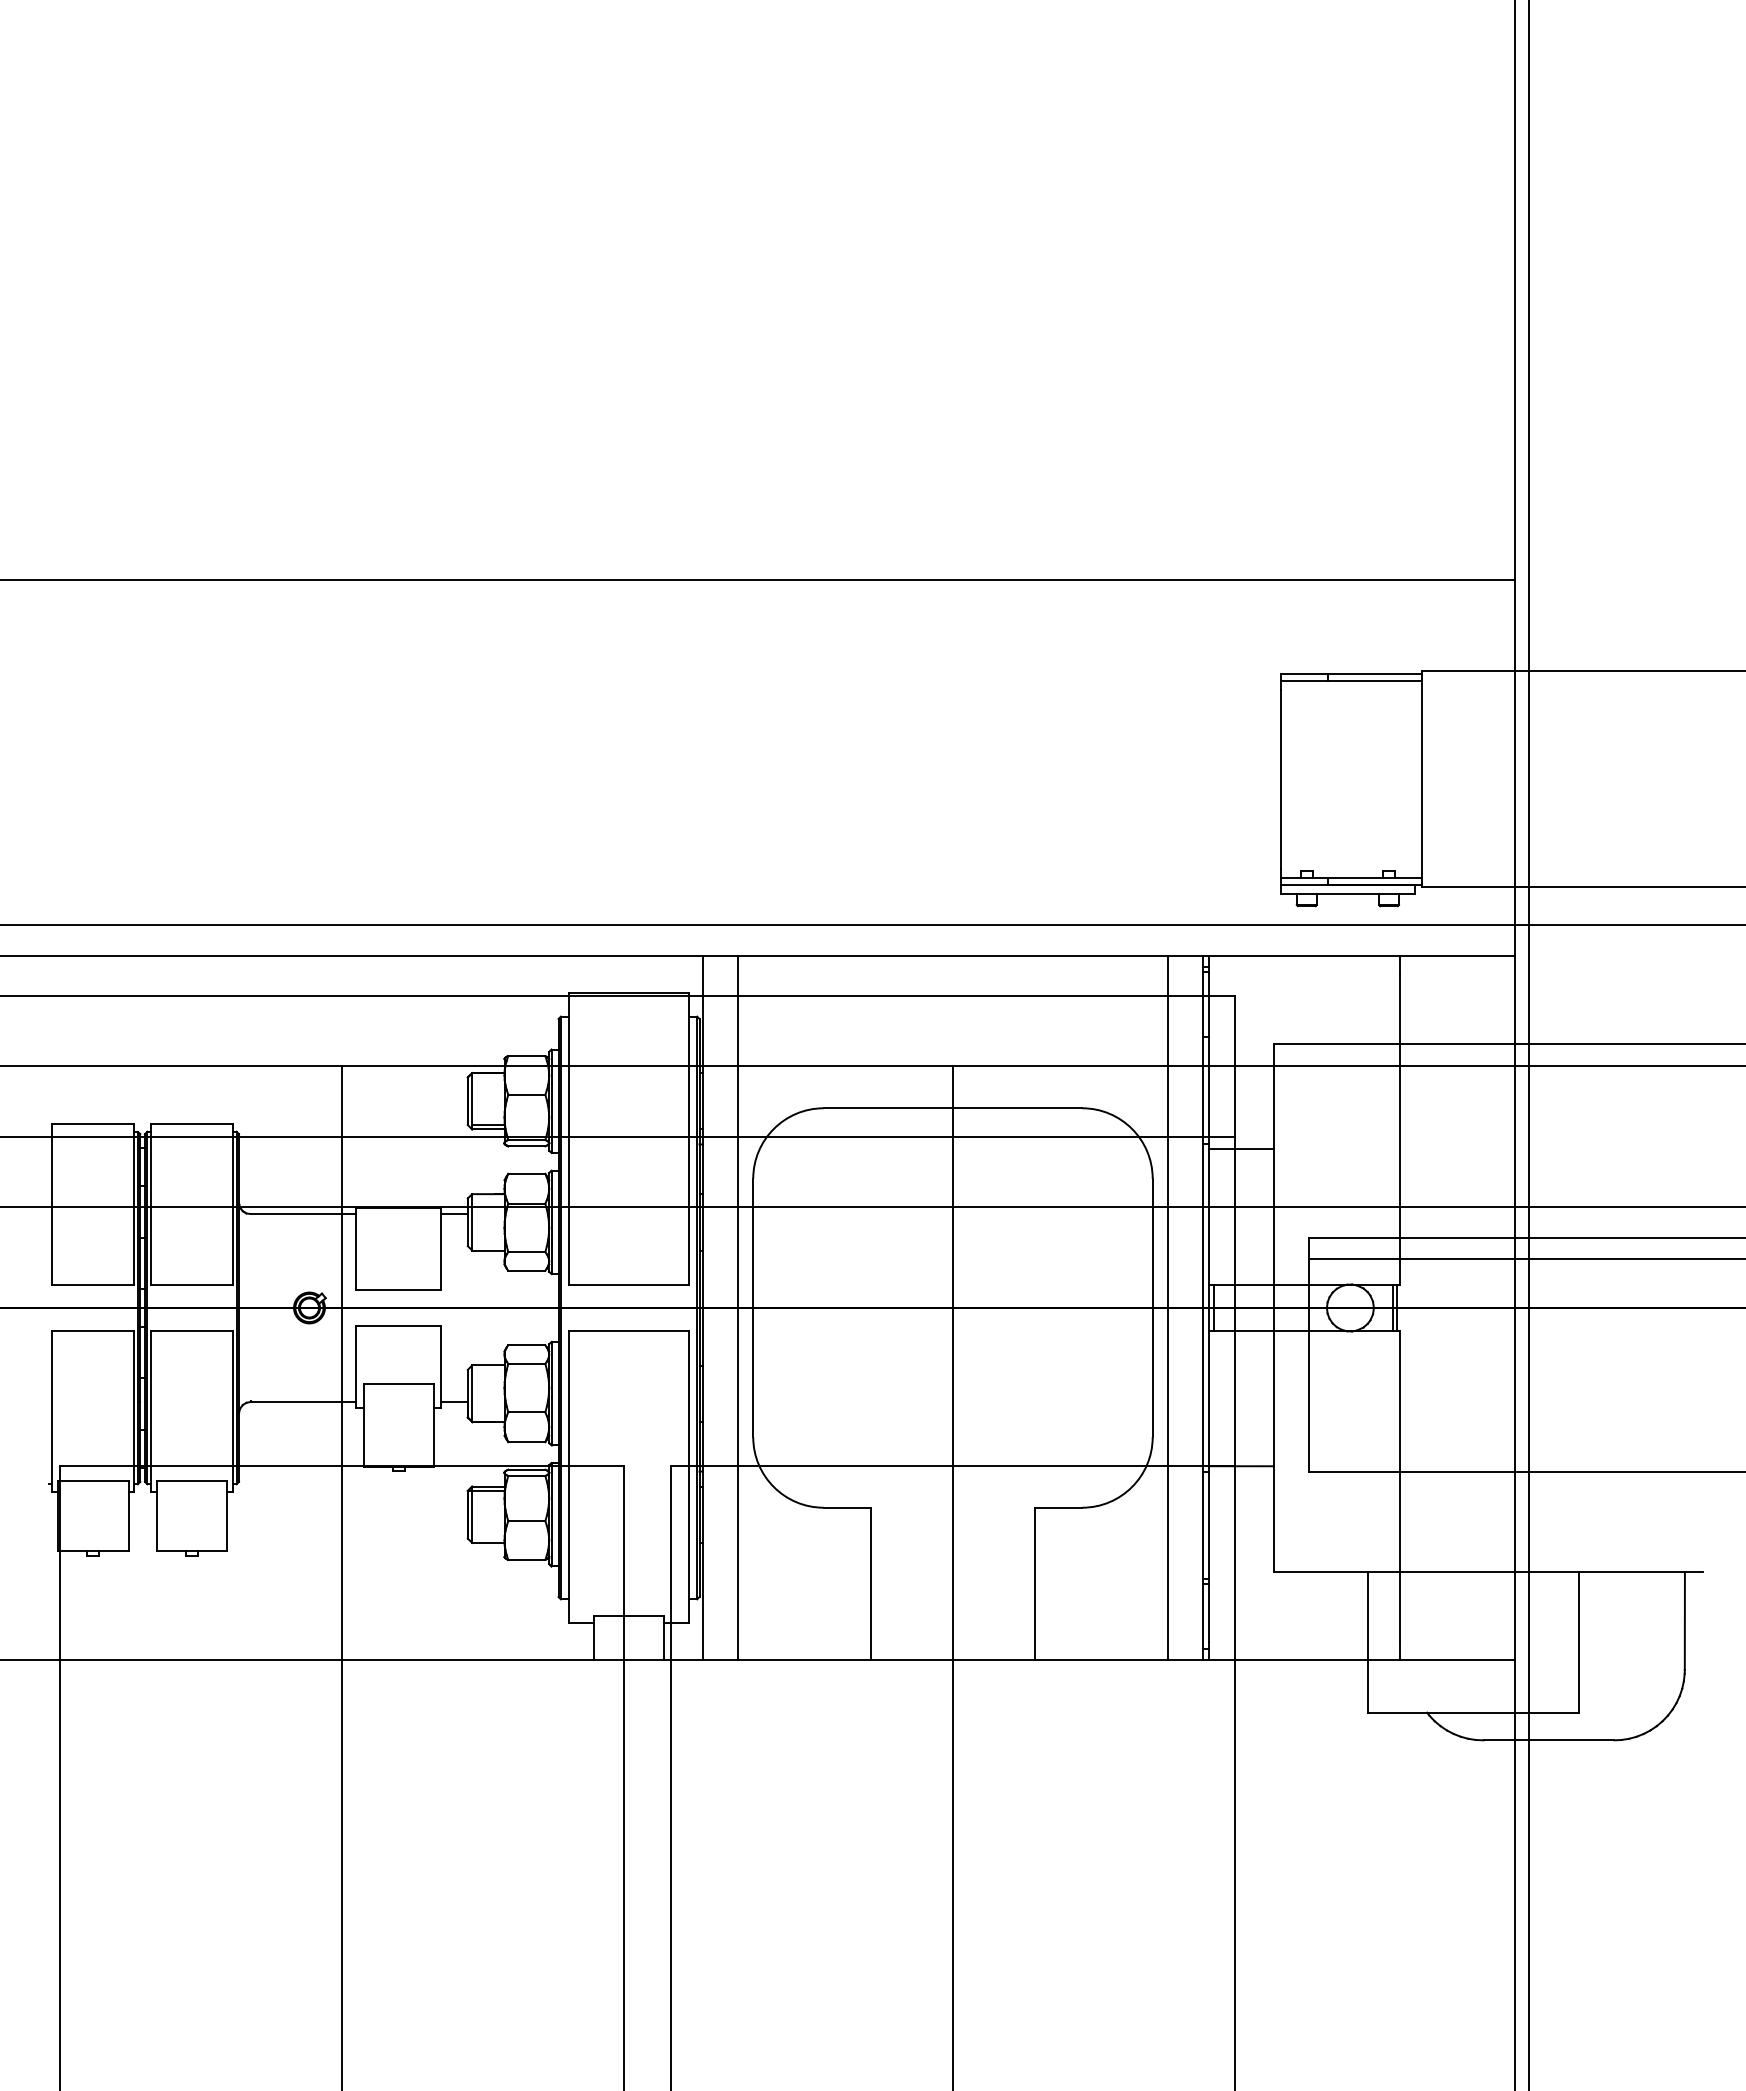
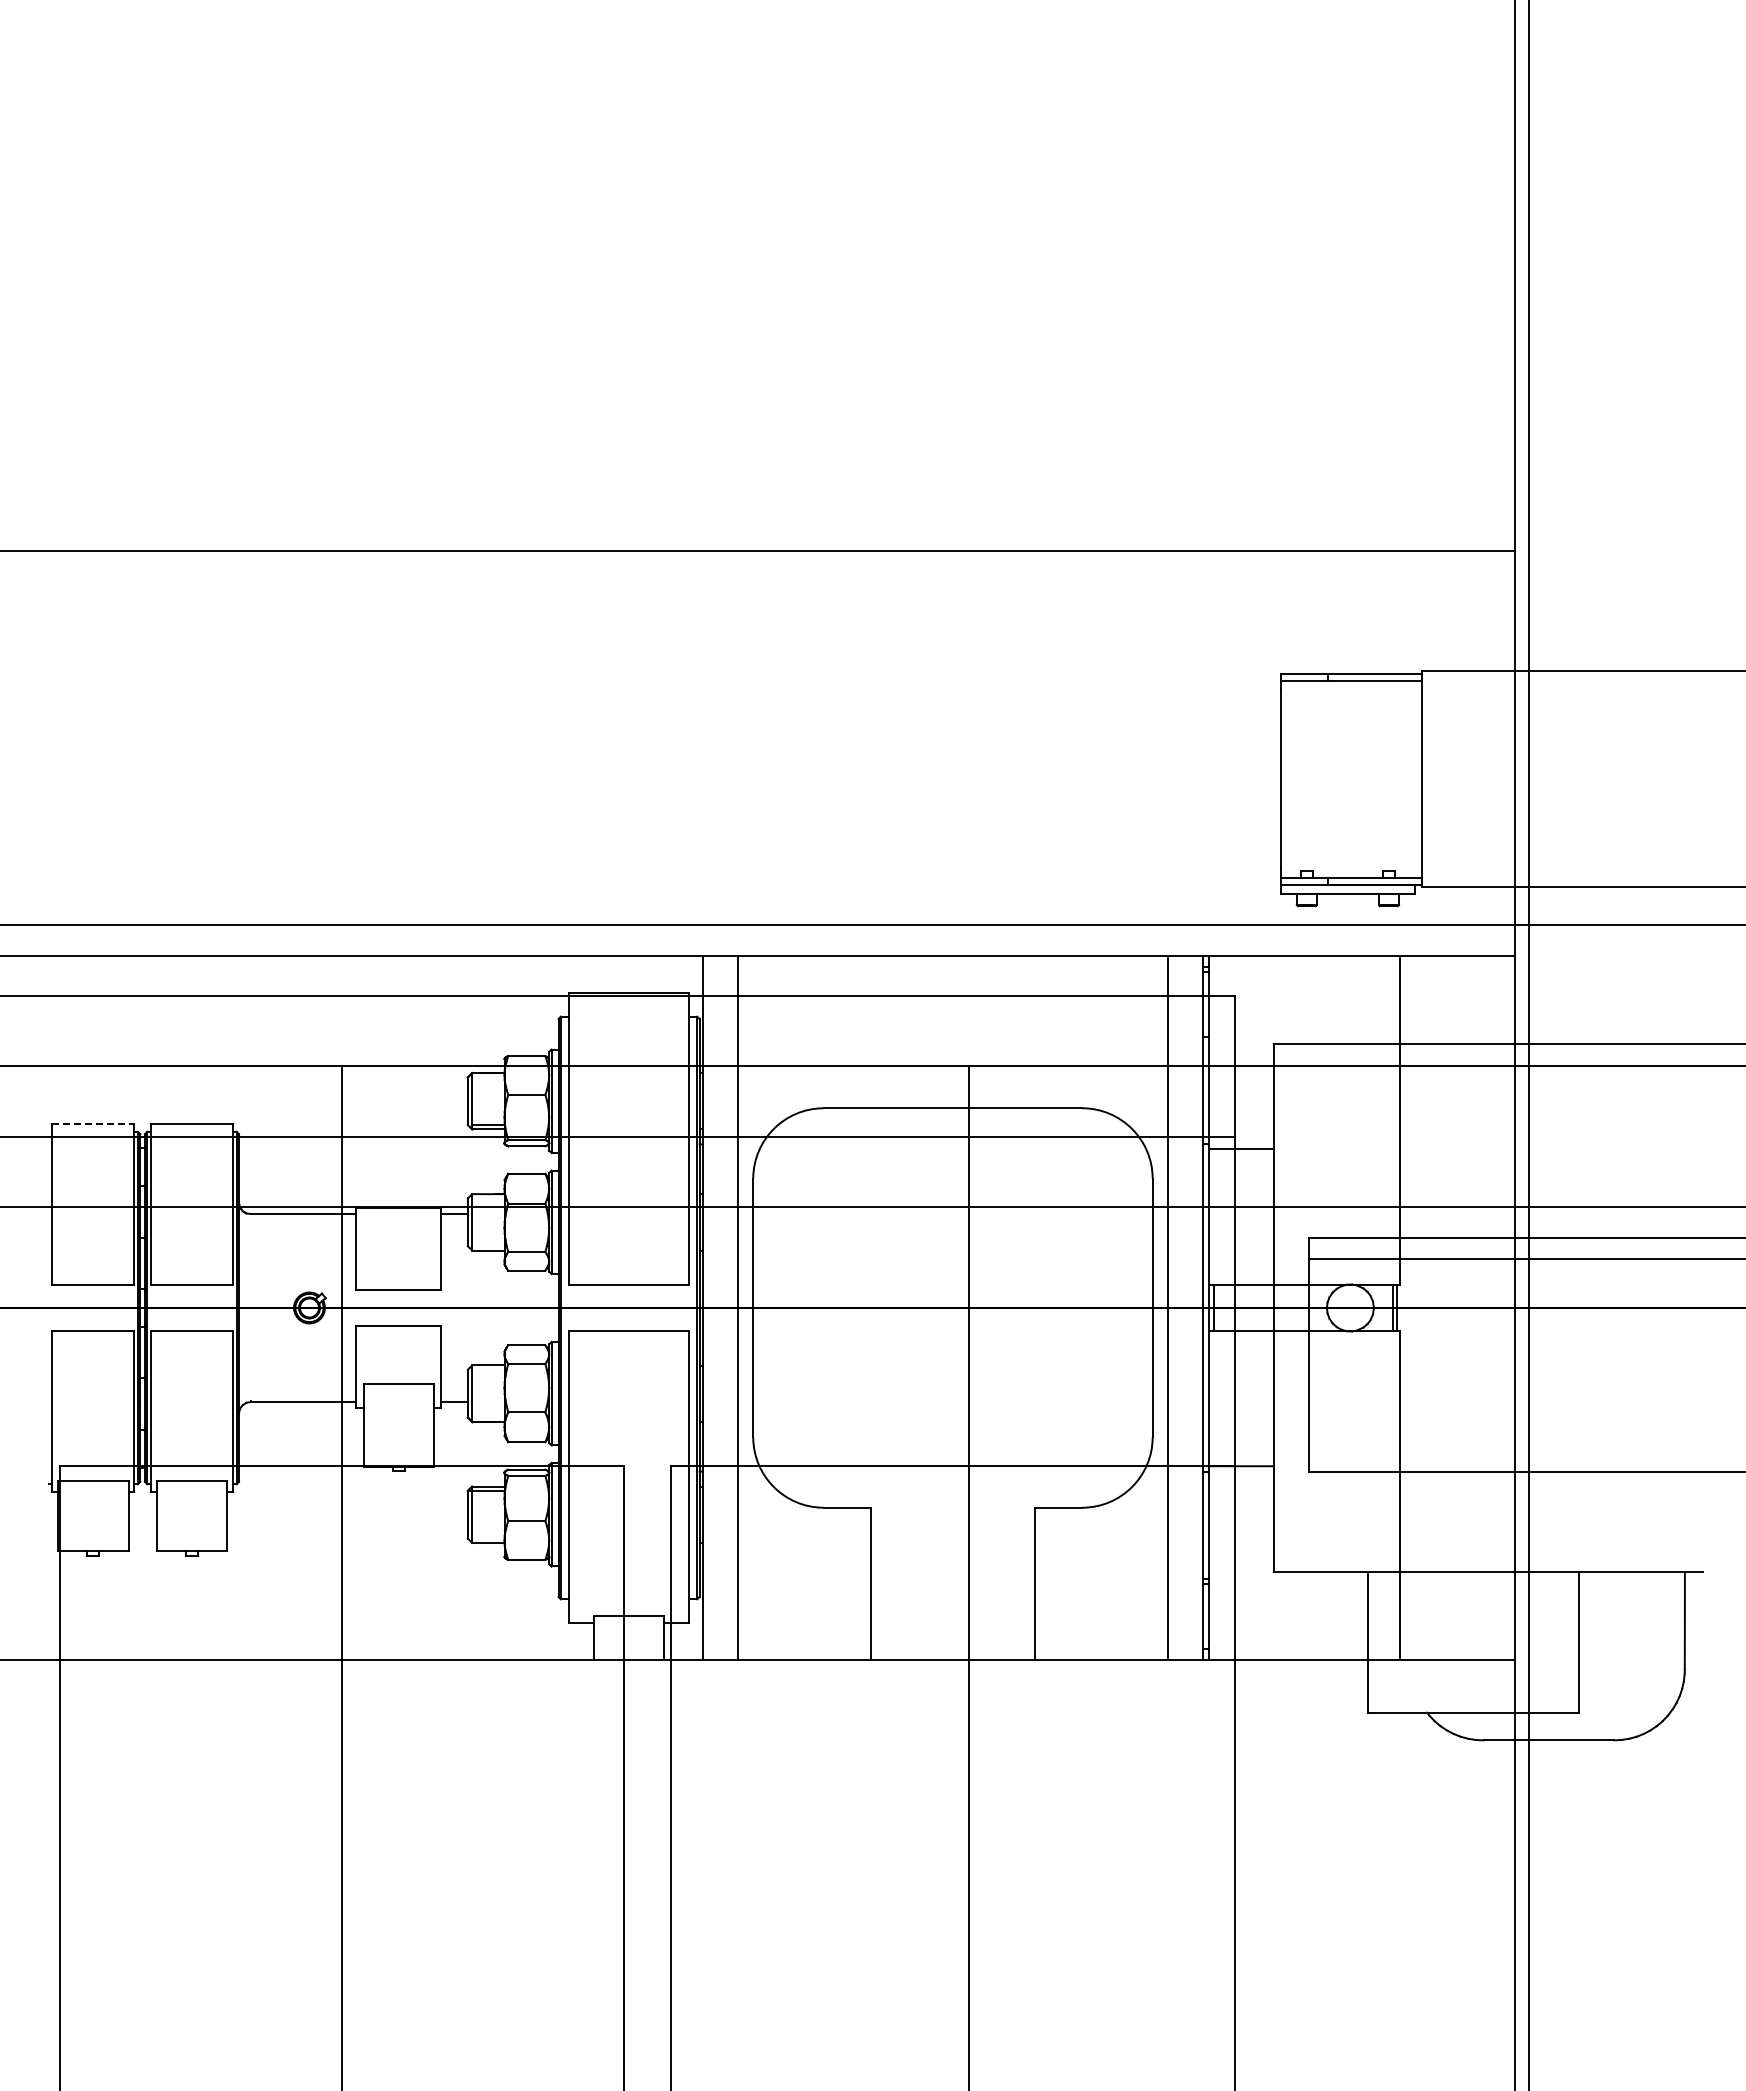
line at (758, 579) position: (758, 579) -> (758, 550)
line at (93, 1123): solid -> dashed
line at (953, 1576) position: (953, 1576) -> (969, 1576)
